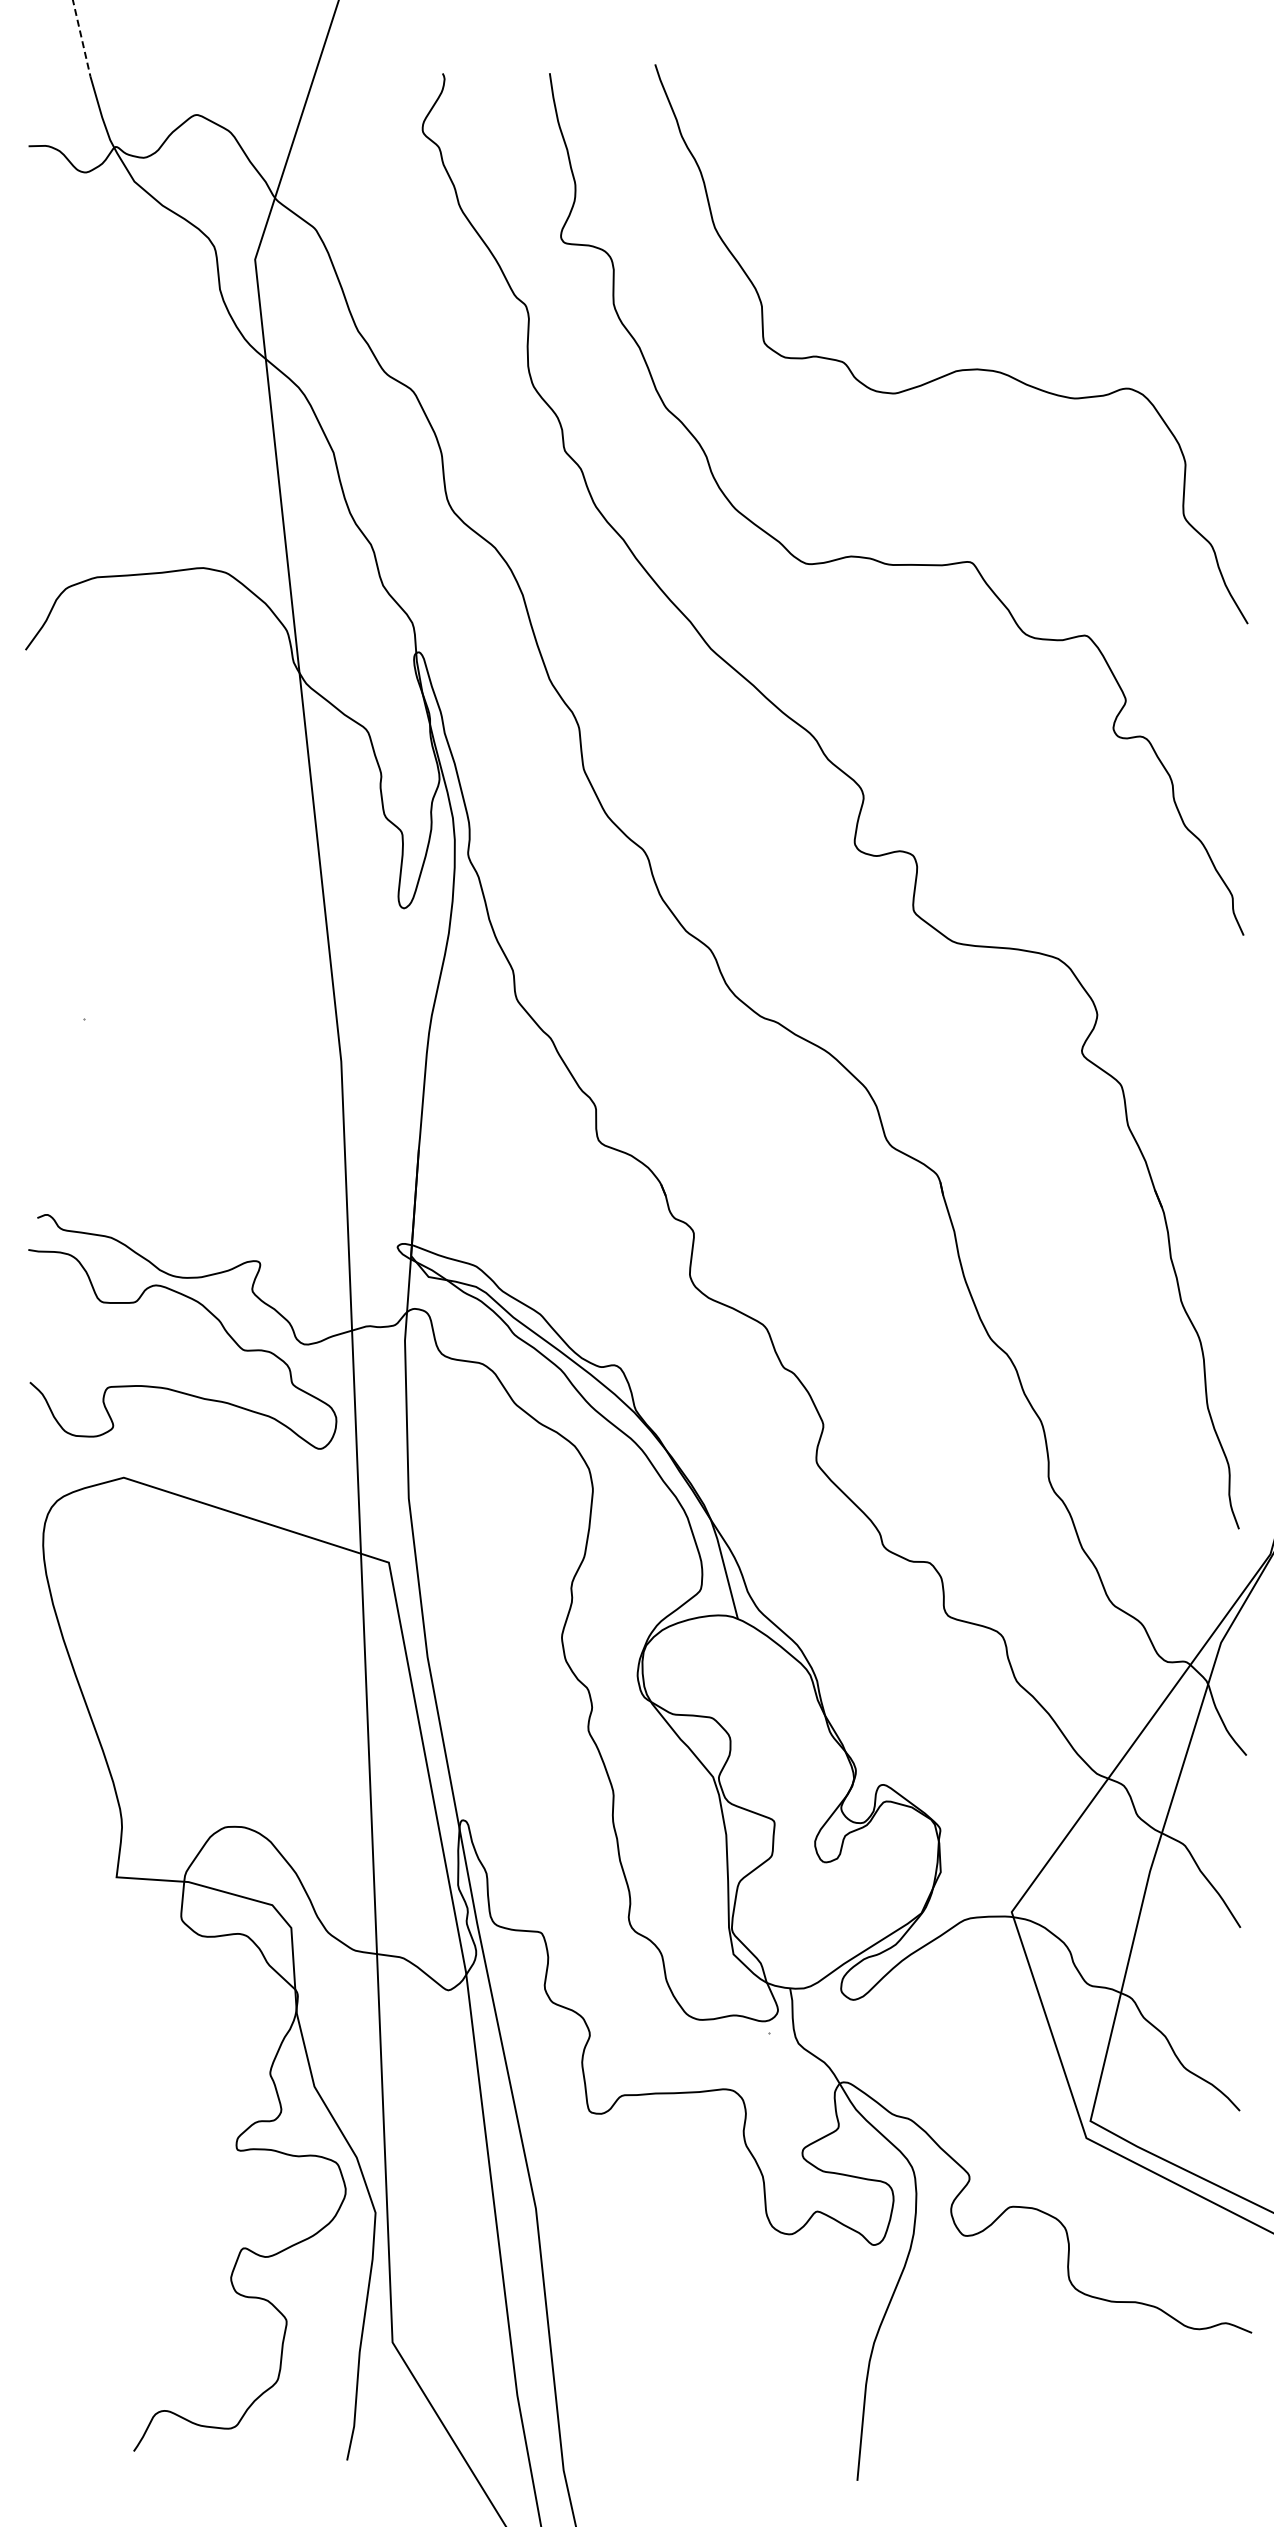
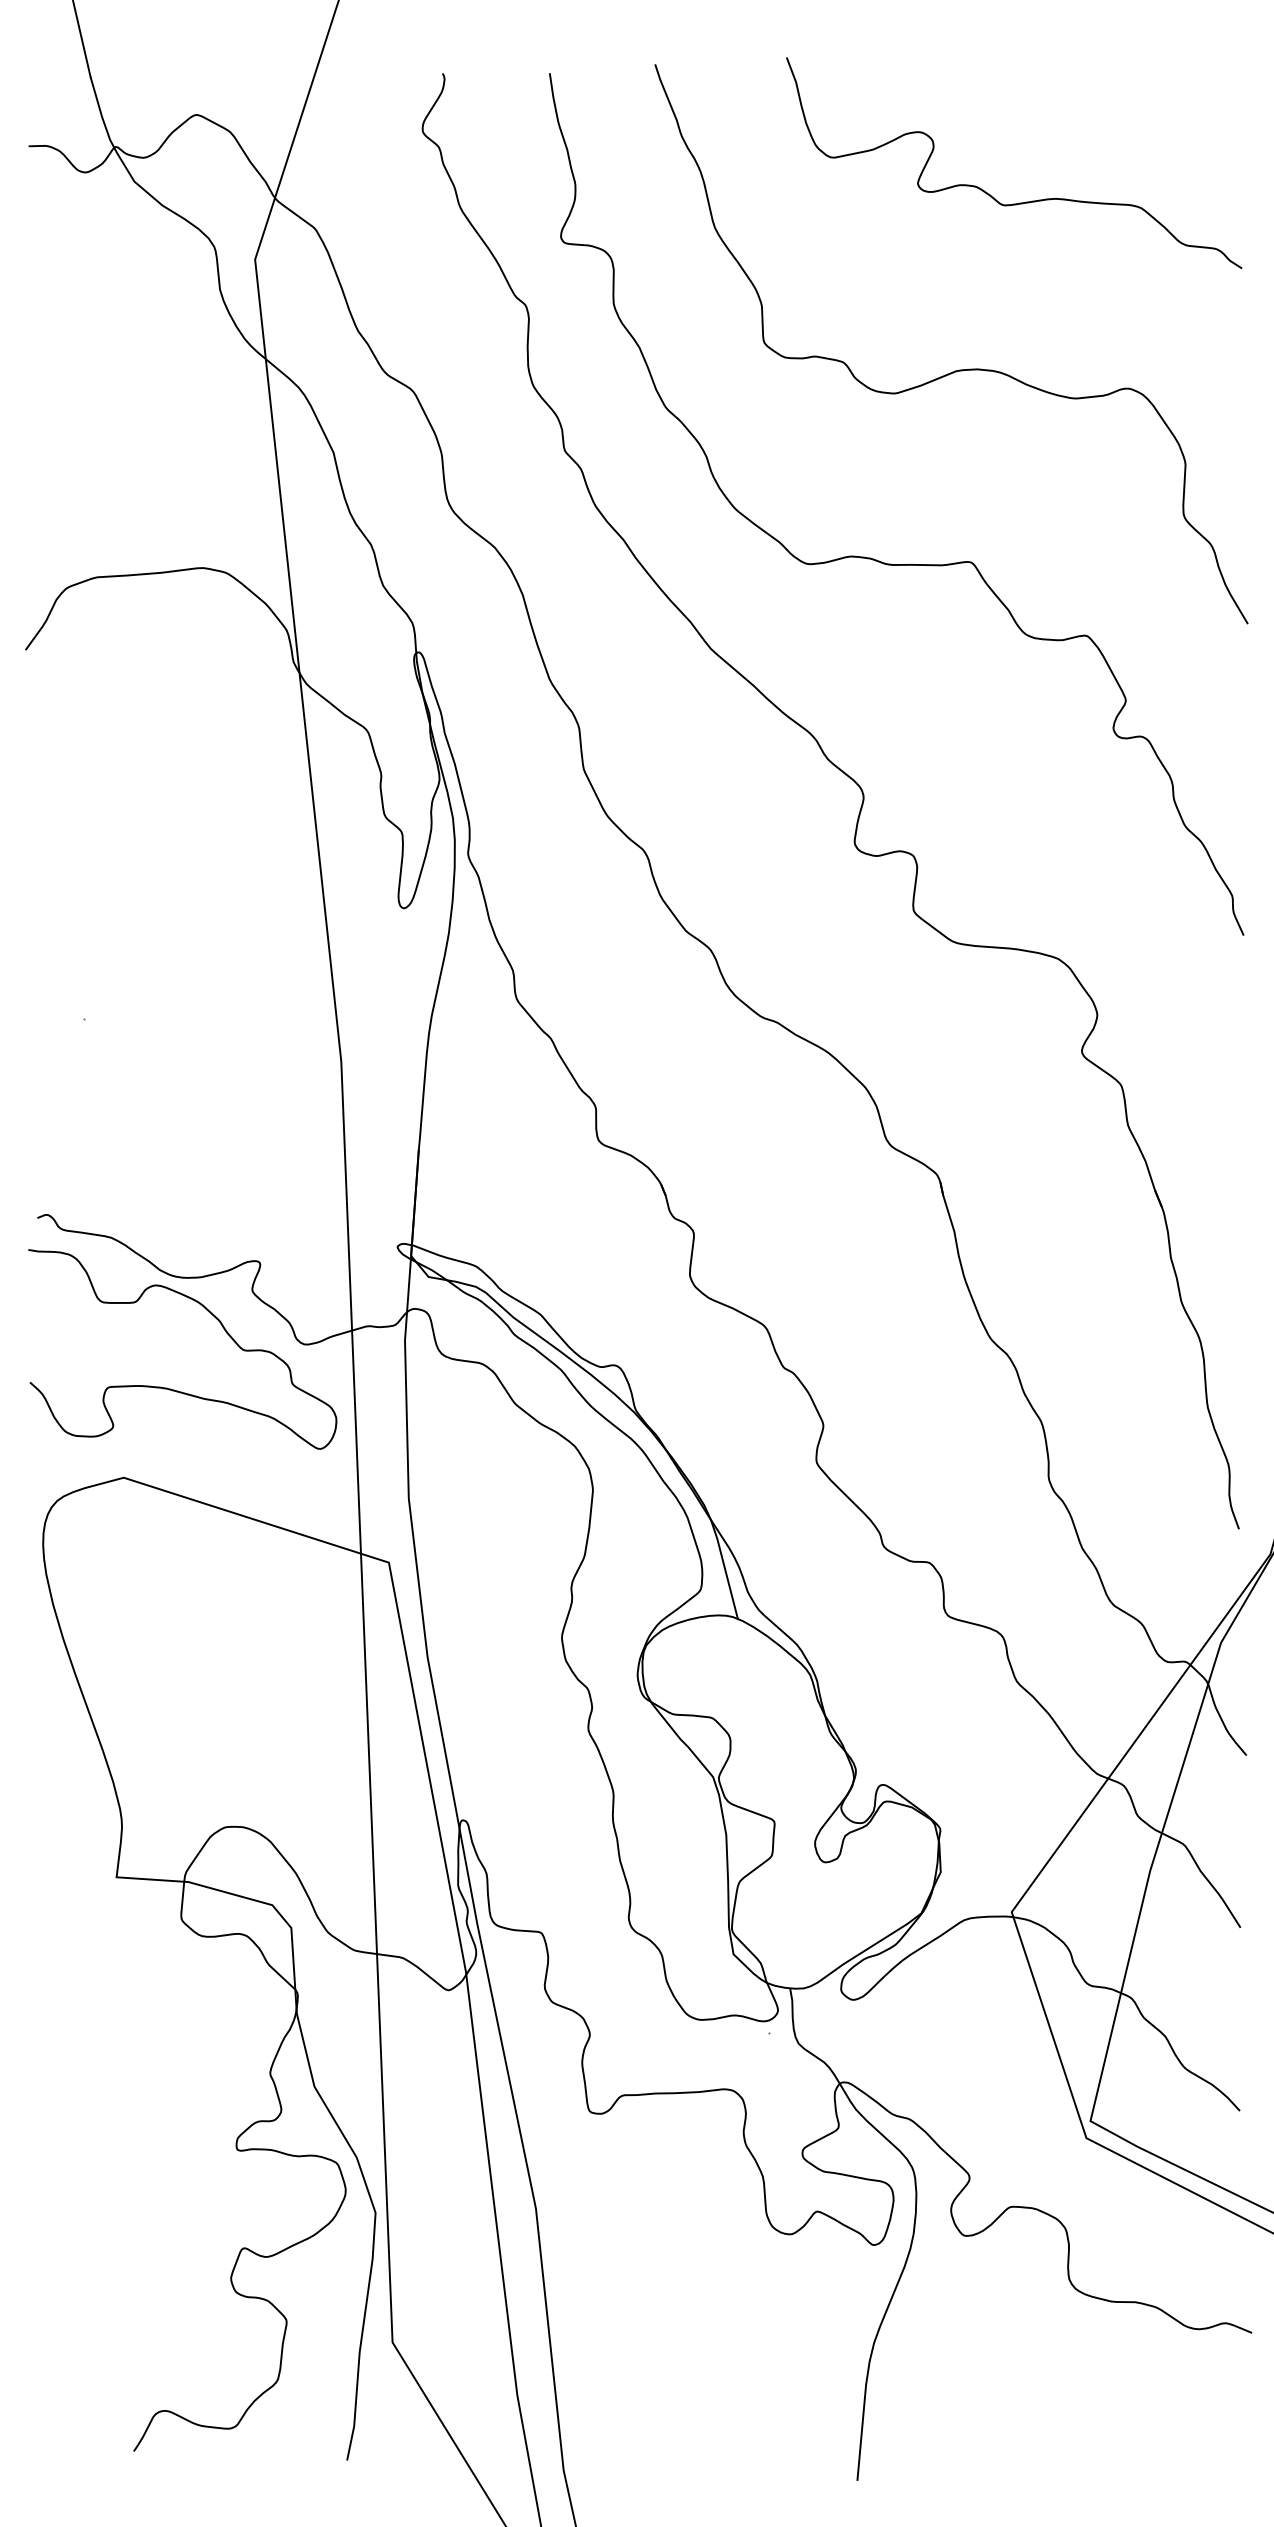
line at (81, 38): dashed -> solid
curve at (990, 194): none -> present
